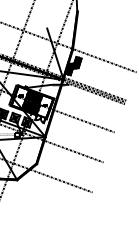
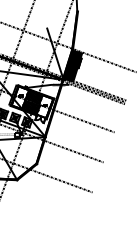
fill at (73, 65): none -> present
